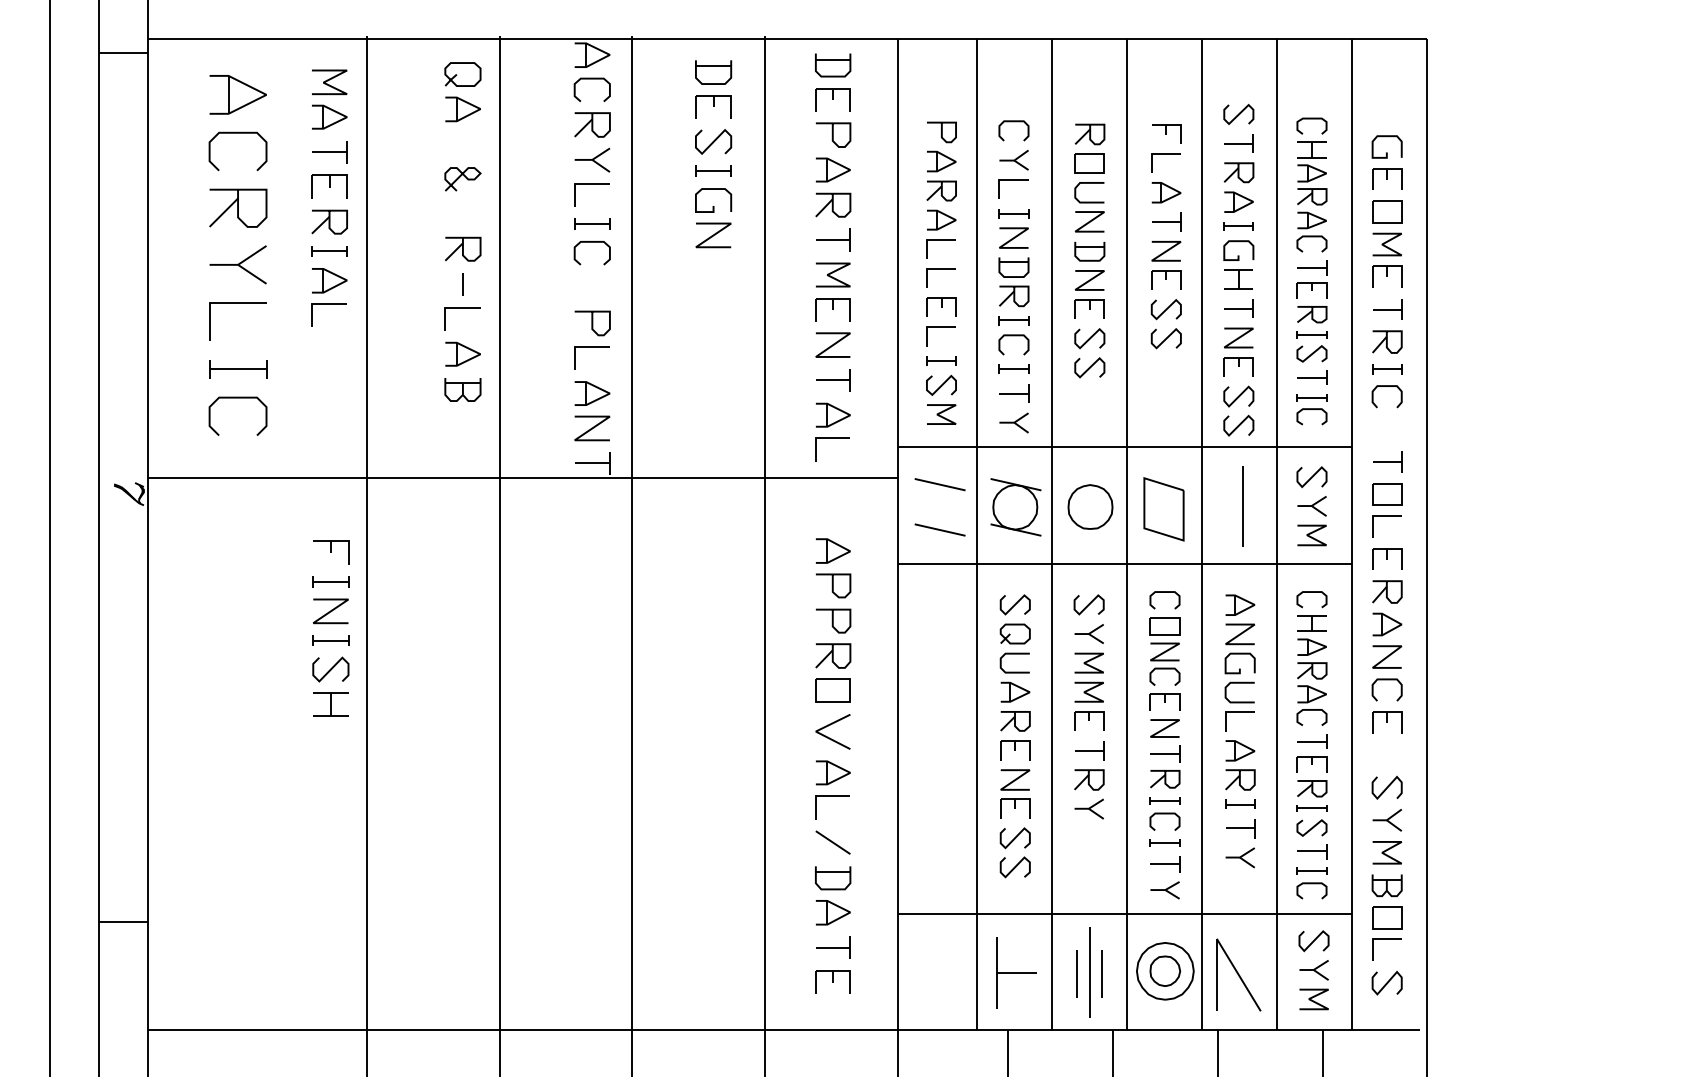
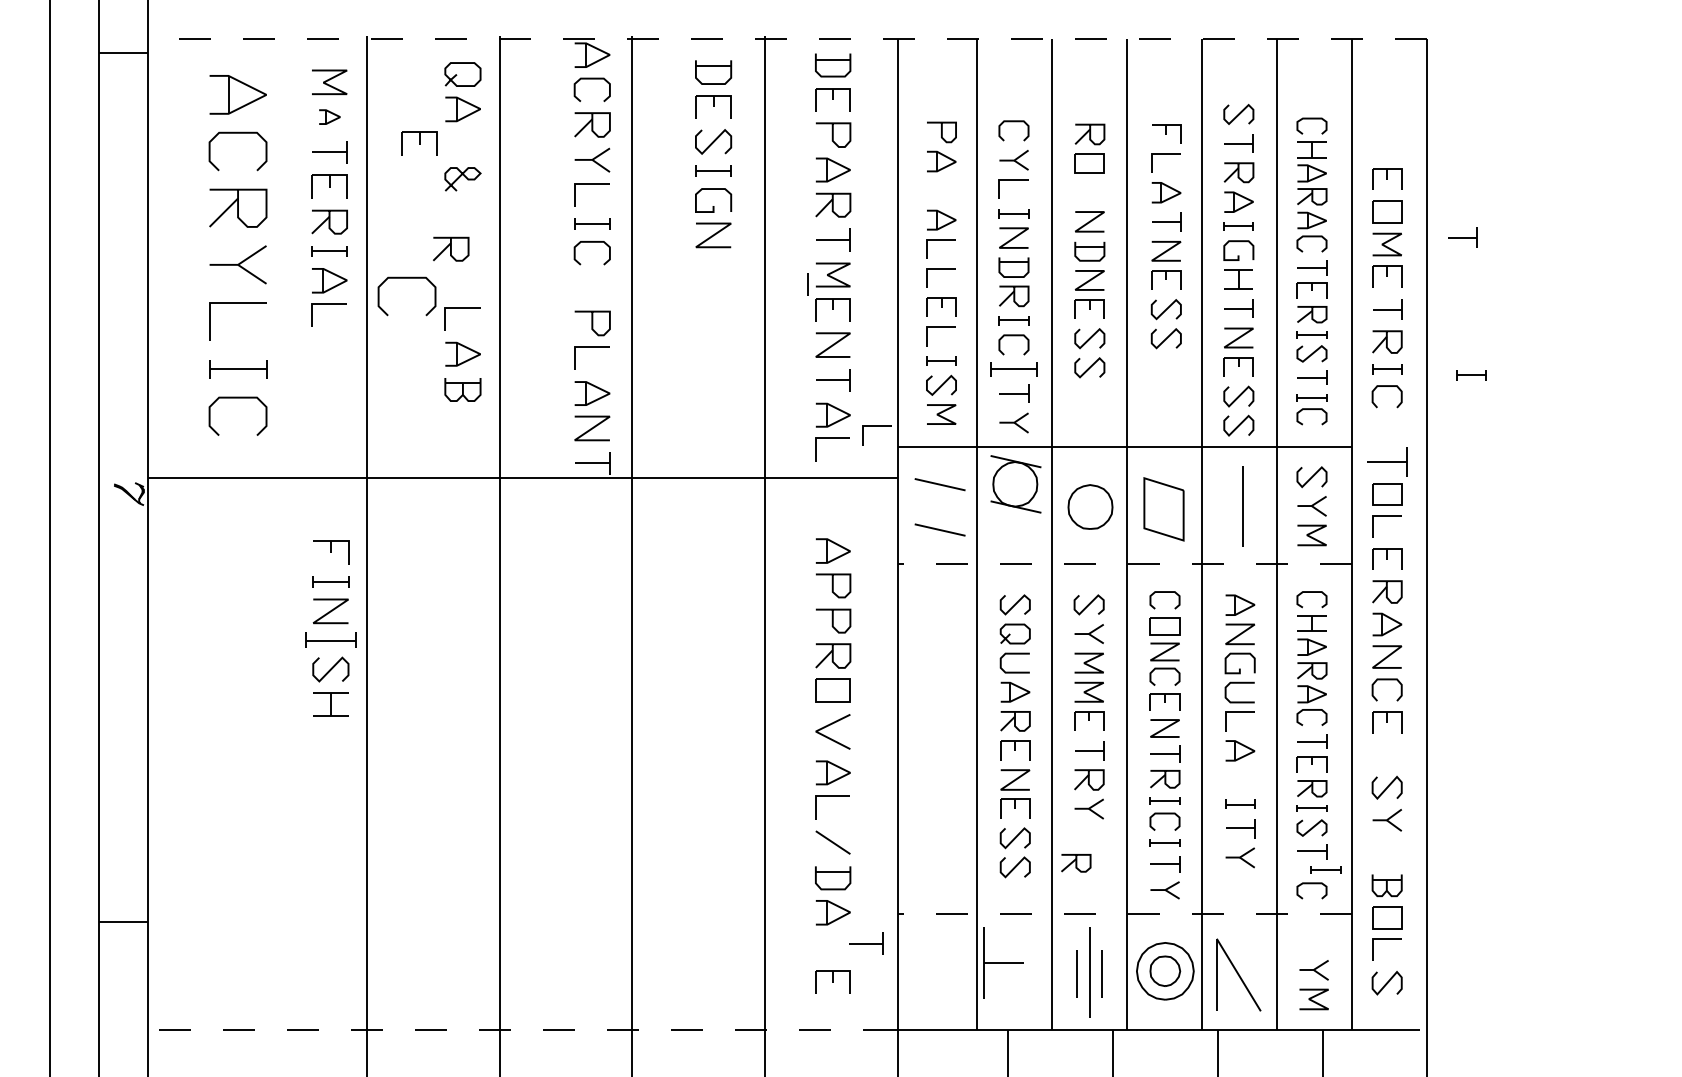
line at (787, 39): solid -> dashed
part at (329, 116) size: 36x26 px -> 22x16 px
part at (419, 143): none -> present
curve at (1386, 152): present -> none
curve at (1089, 183): present -> none
part at (941, 190): present -> none
part at (1462, 237): none -> present
part at (463, 248) position: (463, 248) -> (451, 248)
curve at (406, 278): none -> present
line at (462, 284) position: (462, 284) -> (807, 284)
part at (1013, 368) size: 32x10 px -> 48x15 px
part at (1471, 375): none -> present
line at (876, 426): none -> present
part at (1387, 461) size: 30x22 px -> 41x30 px
part at (1015, 507) position: (1015, 507) -> (1015, 484)
line at (1124, 564): solid -> dashed
part at (330, 640) size: 38x11 px -> 52x16 px
part at (1240, 779): present -> none
line at (1386, 851): present -> none
part at (1076, 863): none -> present
part at (1311, 870) position: (1311, 870) -> (1325, 869)
line at (1124, 913): solid -> dashed
curve at (1313, 941): present -> none
part at (833, 947) position: (833, 947) -> (866, 943)
part at (1016, 972) position: (1016, 972) -> (1003, 962)
line at (521, 1030): solid -> dashed
